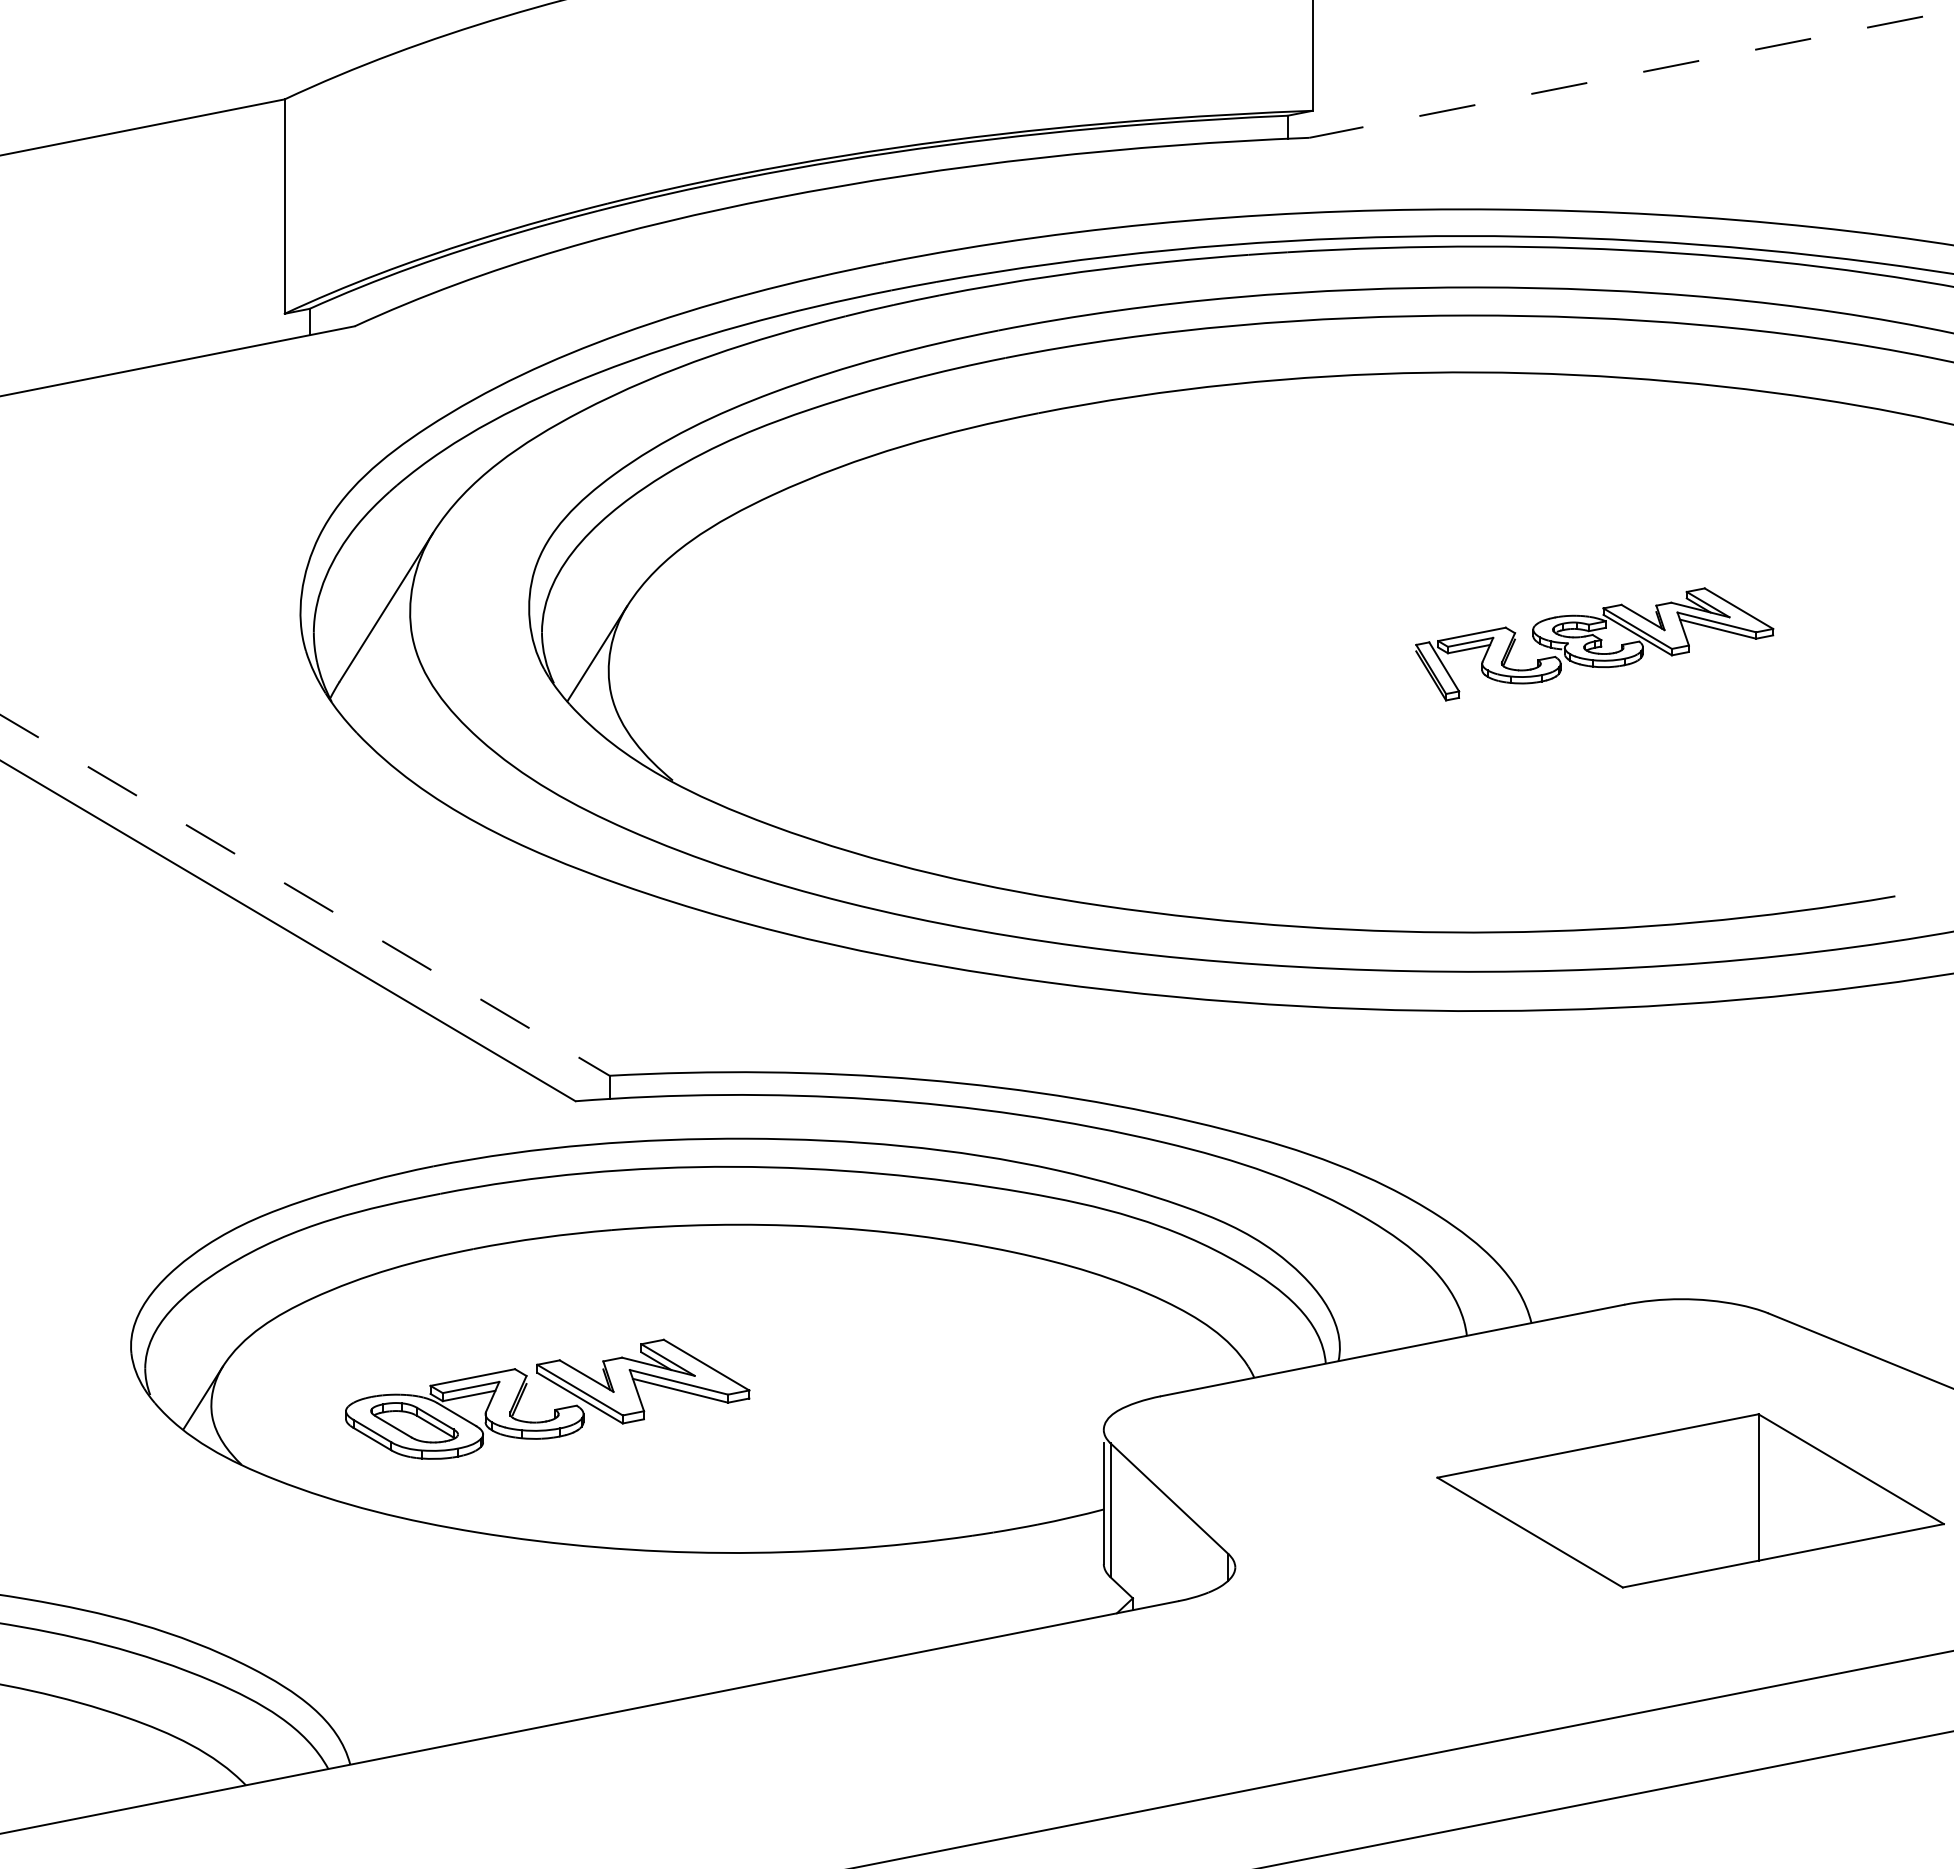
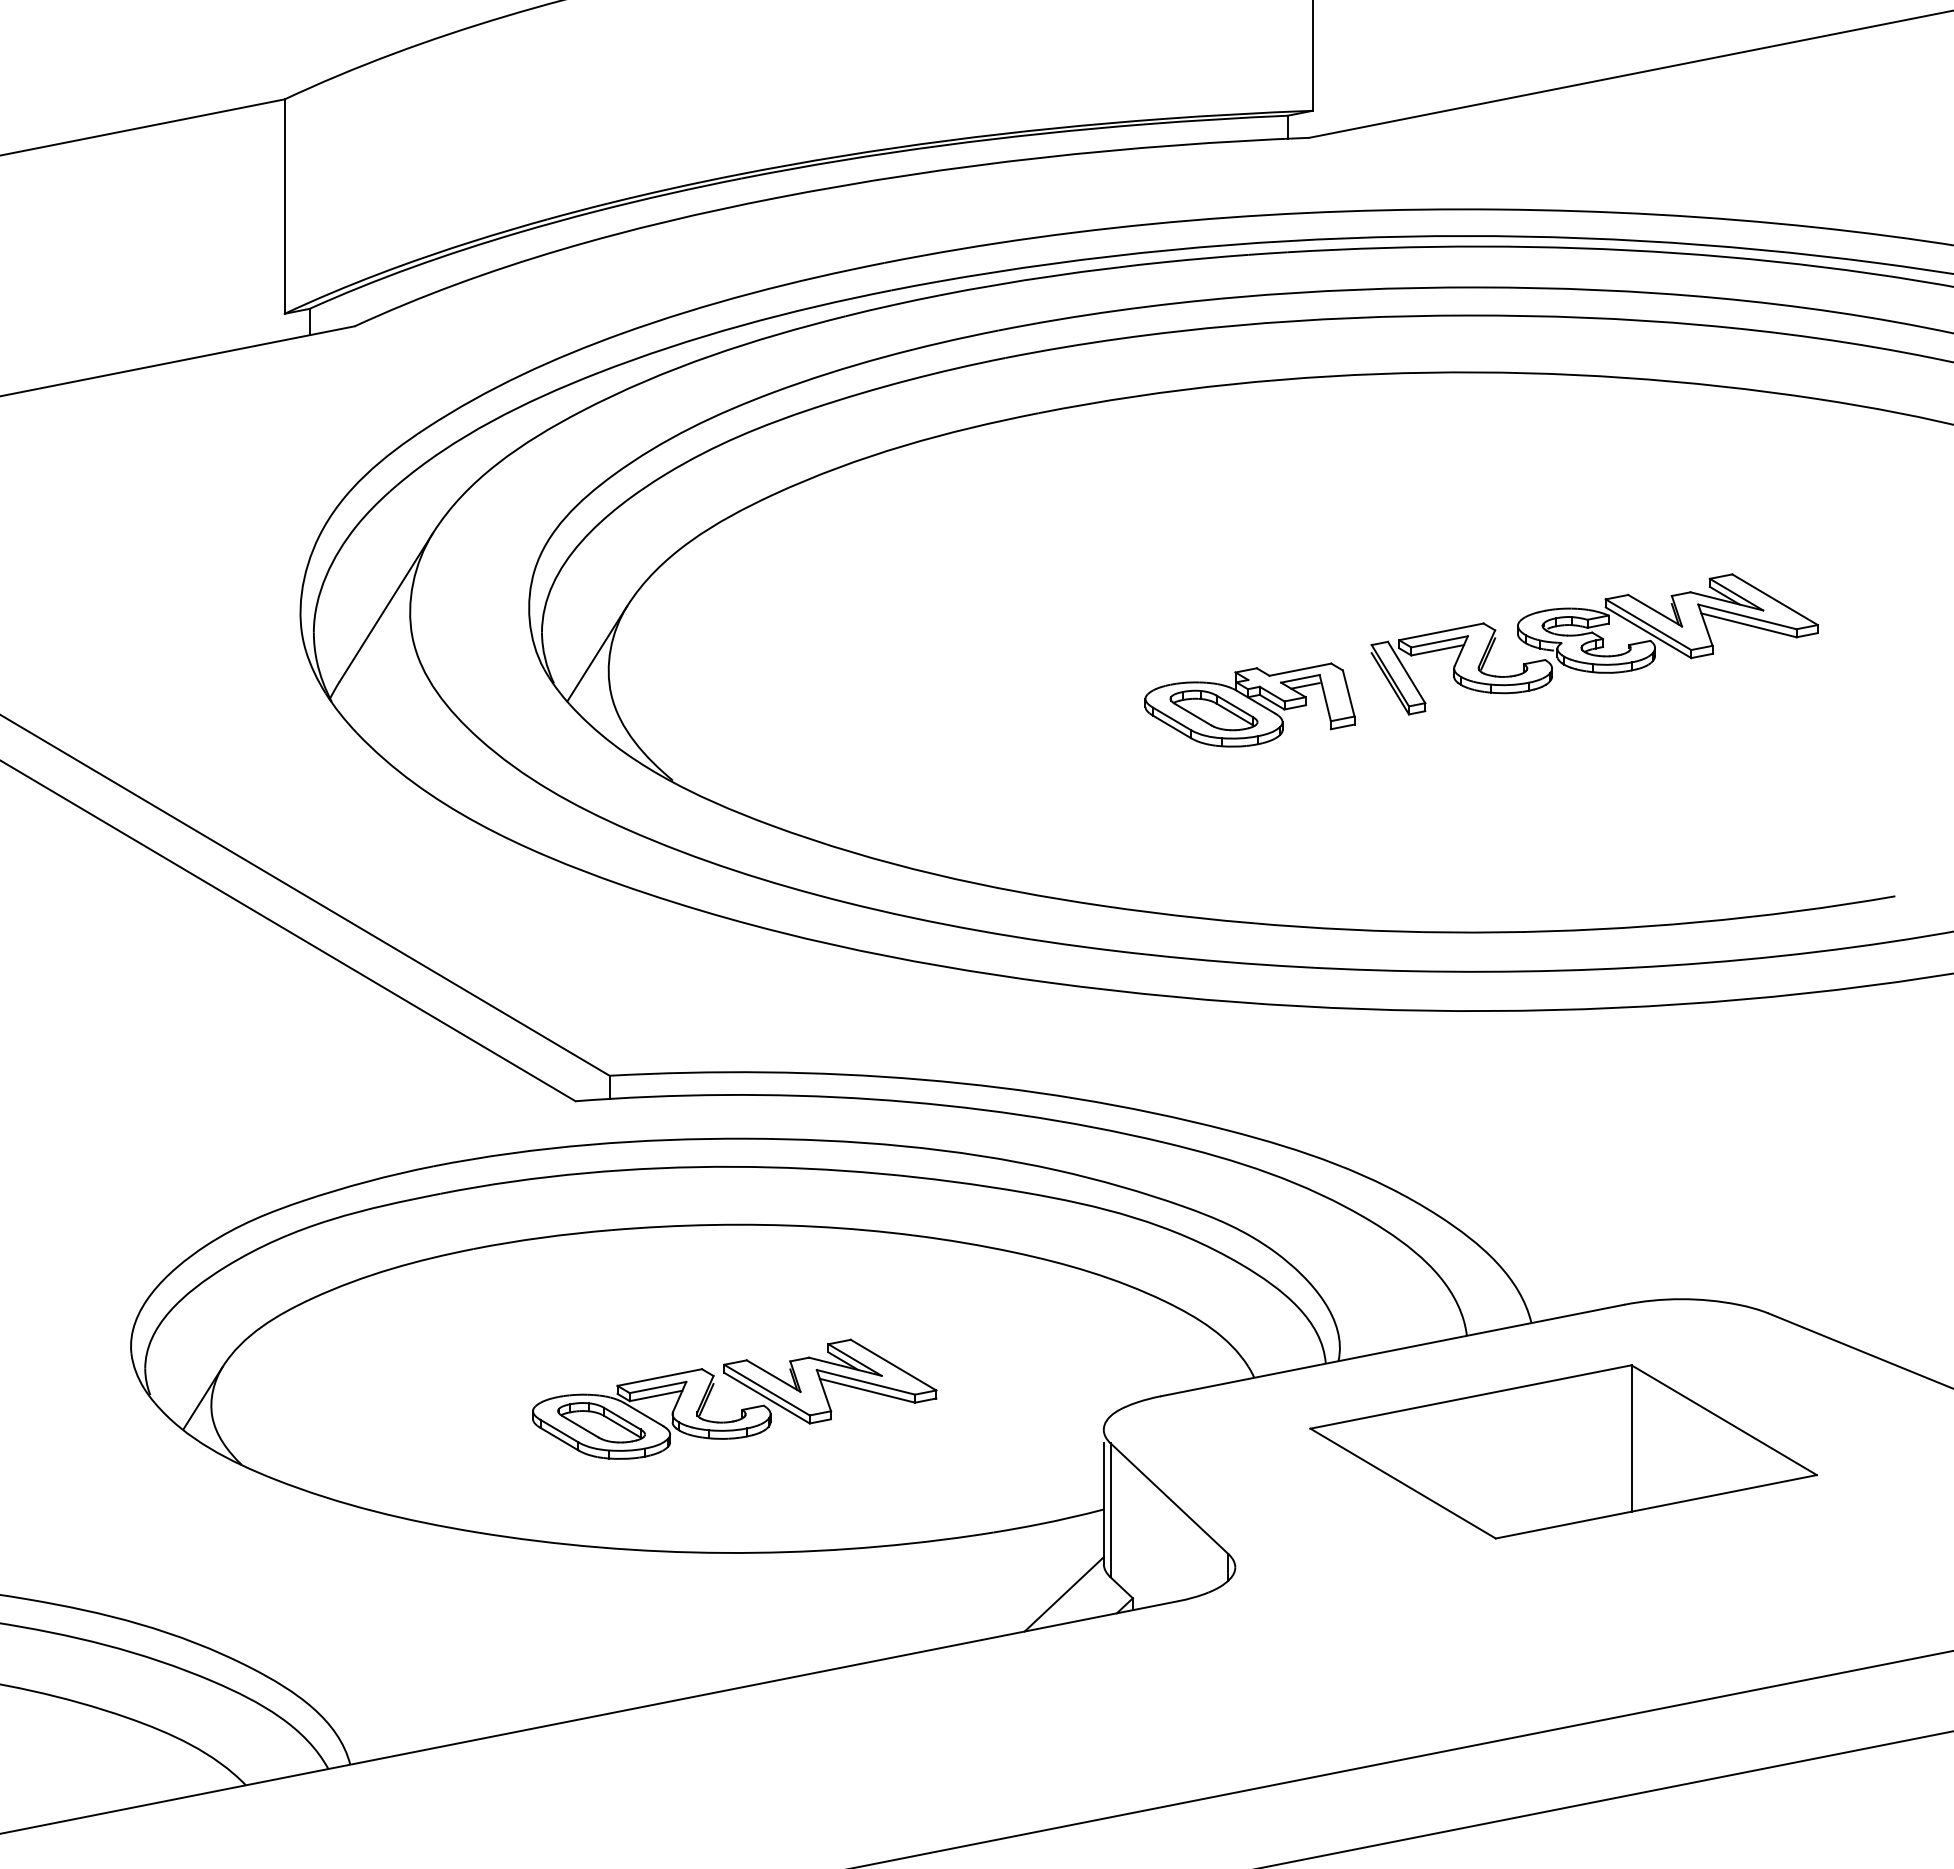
line at (1630, 74): dashed -> solid
part at (1594, 644) size: 360x115 px -> 449x143 px
part at (1249, 704): none -> present
line at (305, 895): dashed -> solid
part at (554, 1409) position: (554, 1409) -> (741, 1409)
part at (1690, 1500) position: (1690, 1500) -> (1563, 1451)
line at (1063, 1594): none -> present
